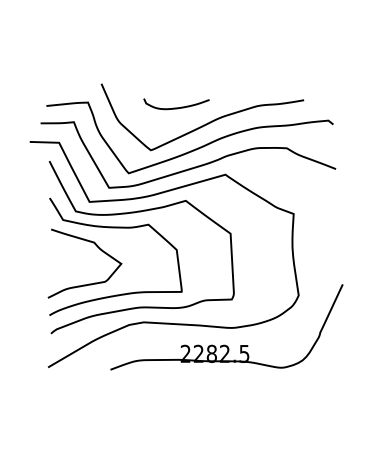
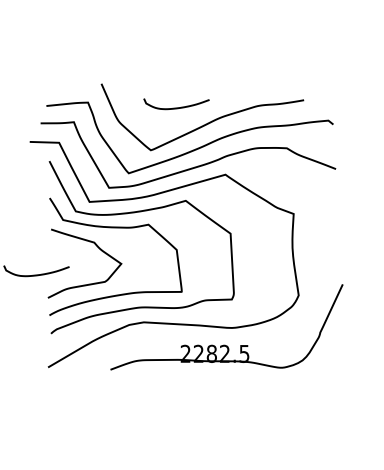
curve at (36, 274): none -> present
